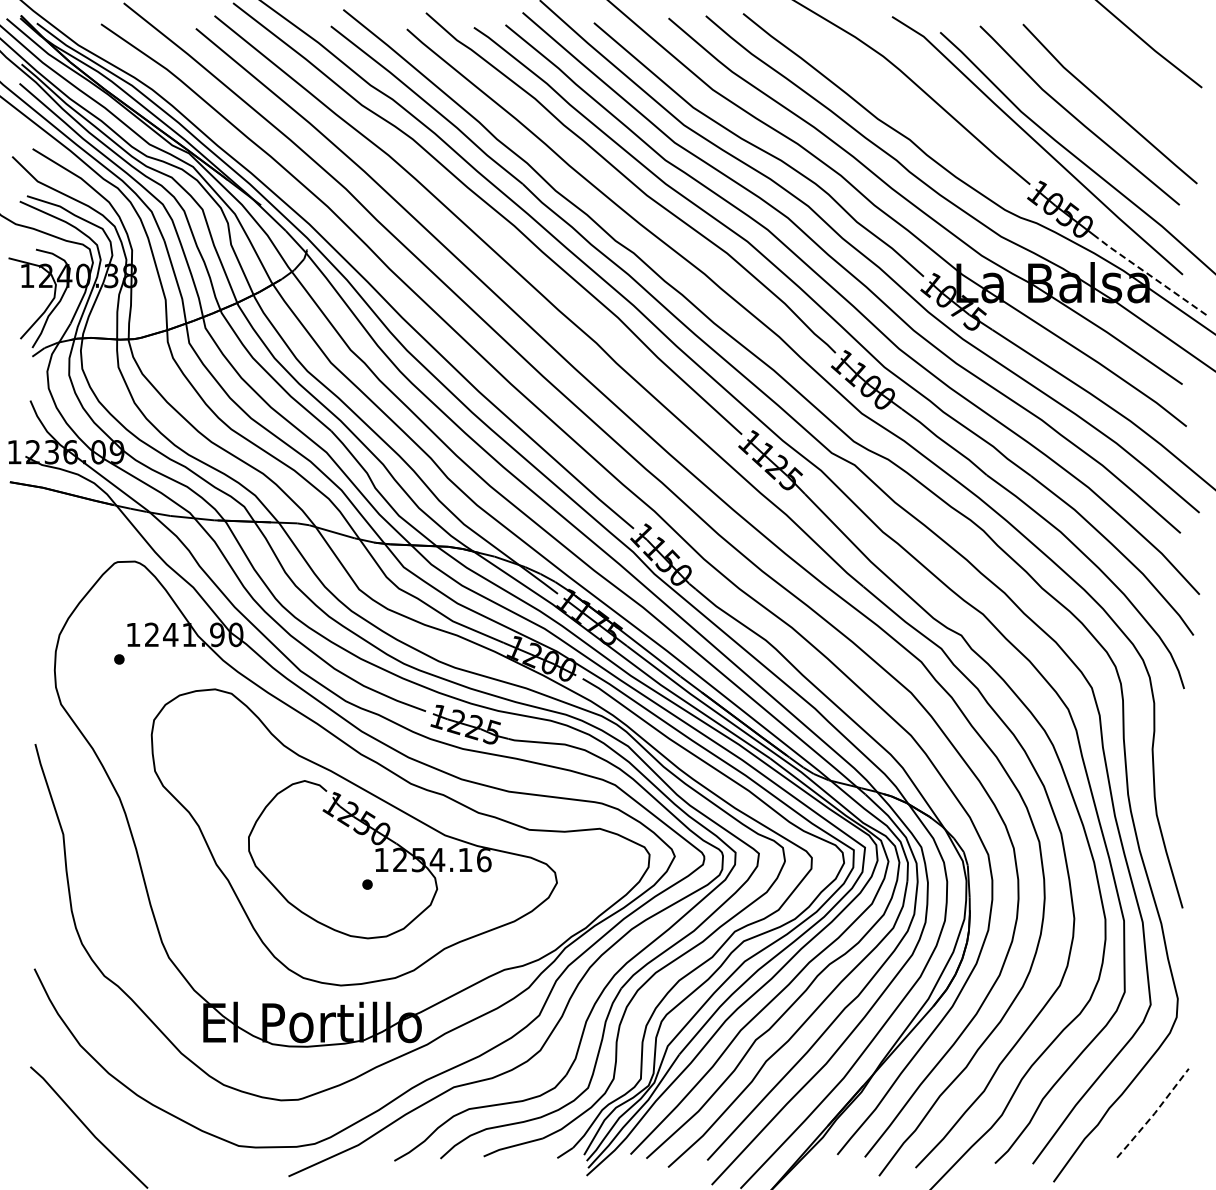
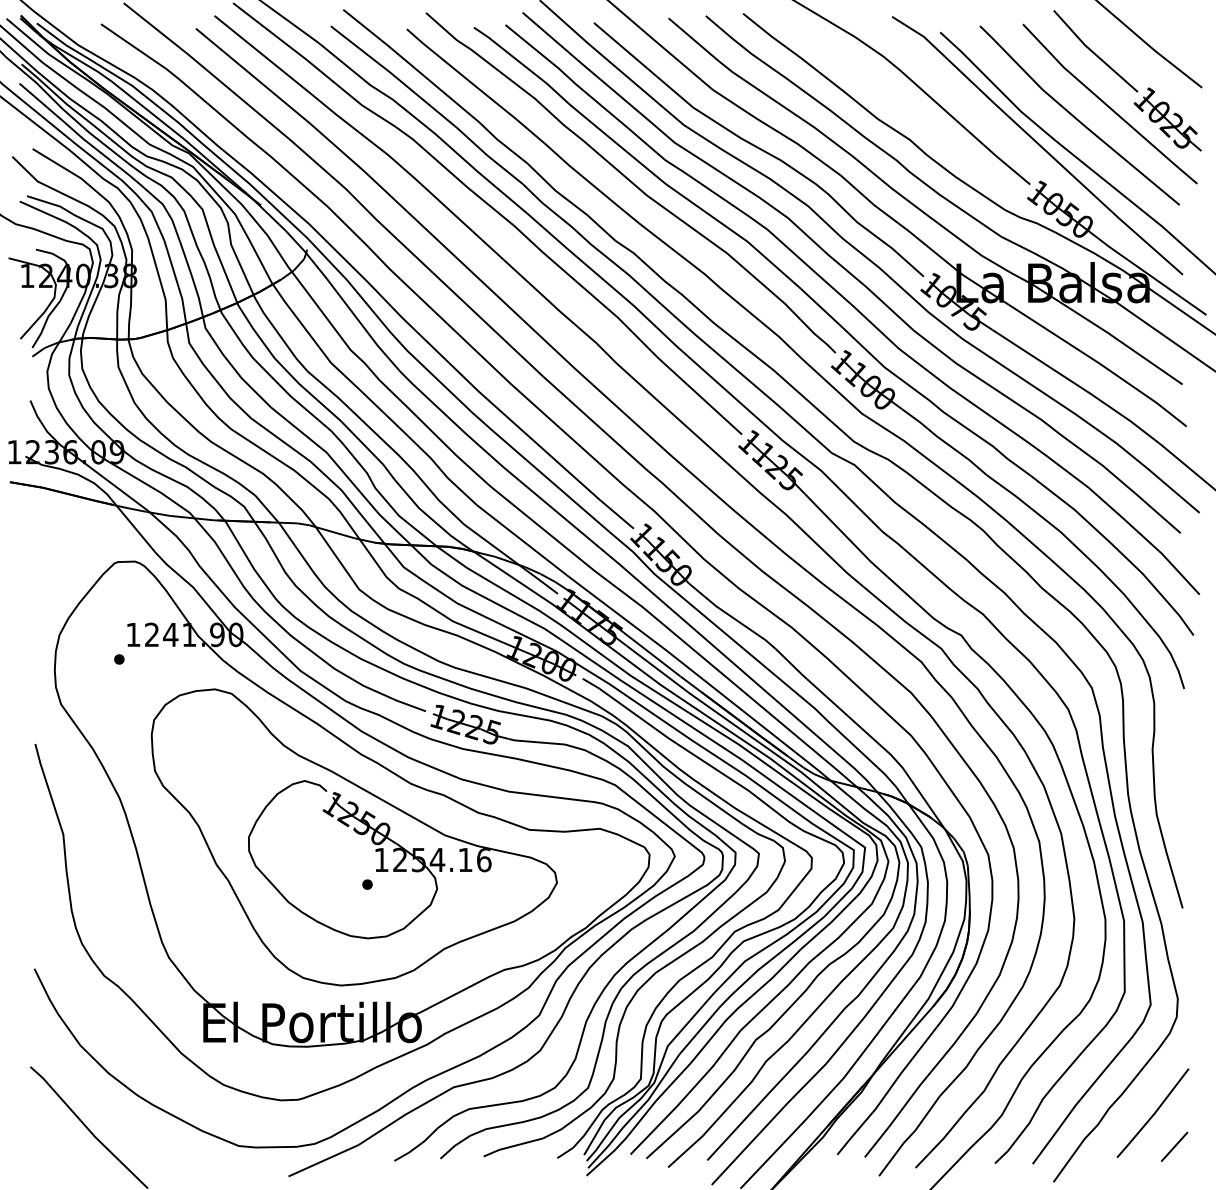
part at (1127, 80): none -> present
line at (1151, 276): dashed -> solid
line at (1154, 1114): dashed -> solid
line at (1174, 1146): none -> present
